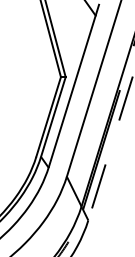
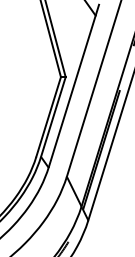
line at (111, 145): dashed -> solid
